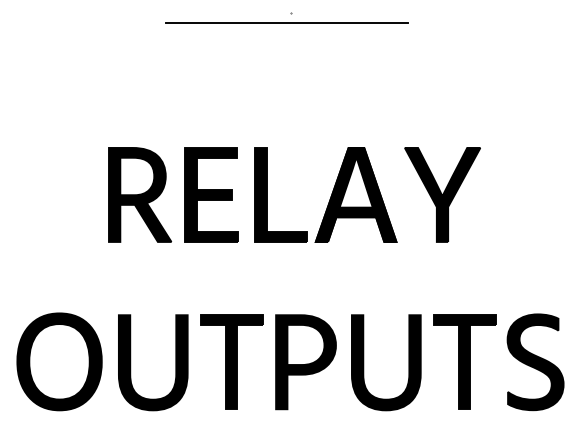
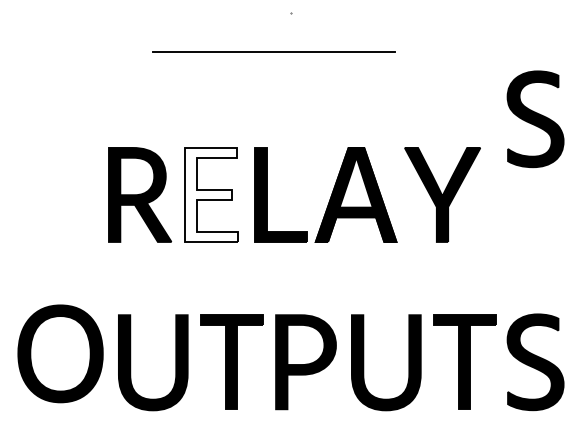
line at (286, 22) position: (286, 22) -> (273, 51)
part at (535, 119): none -> present
fill at (211, 194): present -> none
part at (59, 361) position: (59, 361) -> (60, 353)
